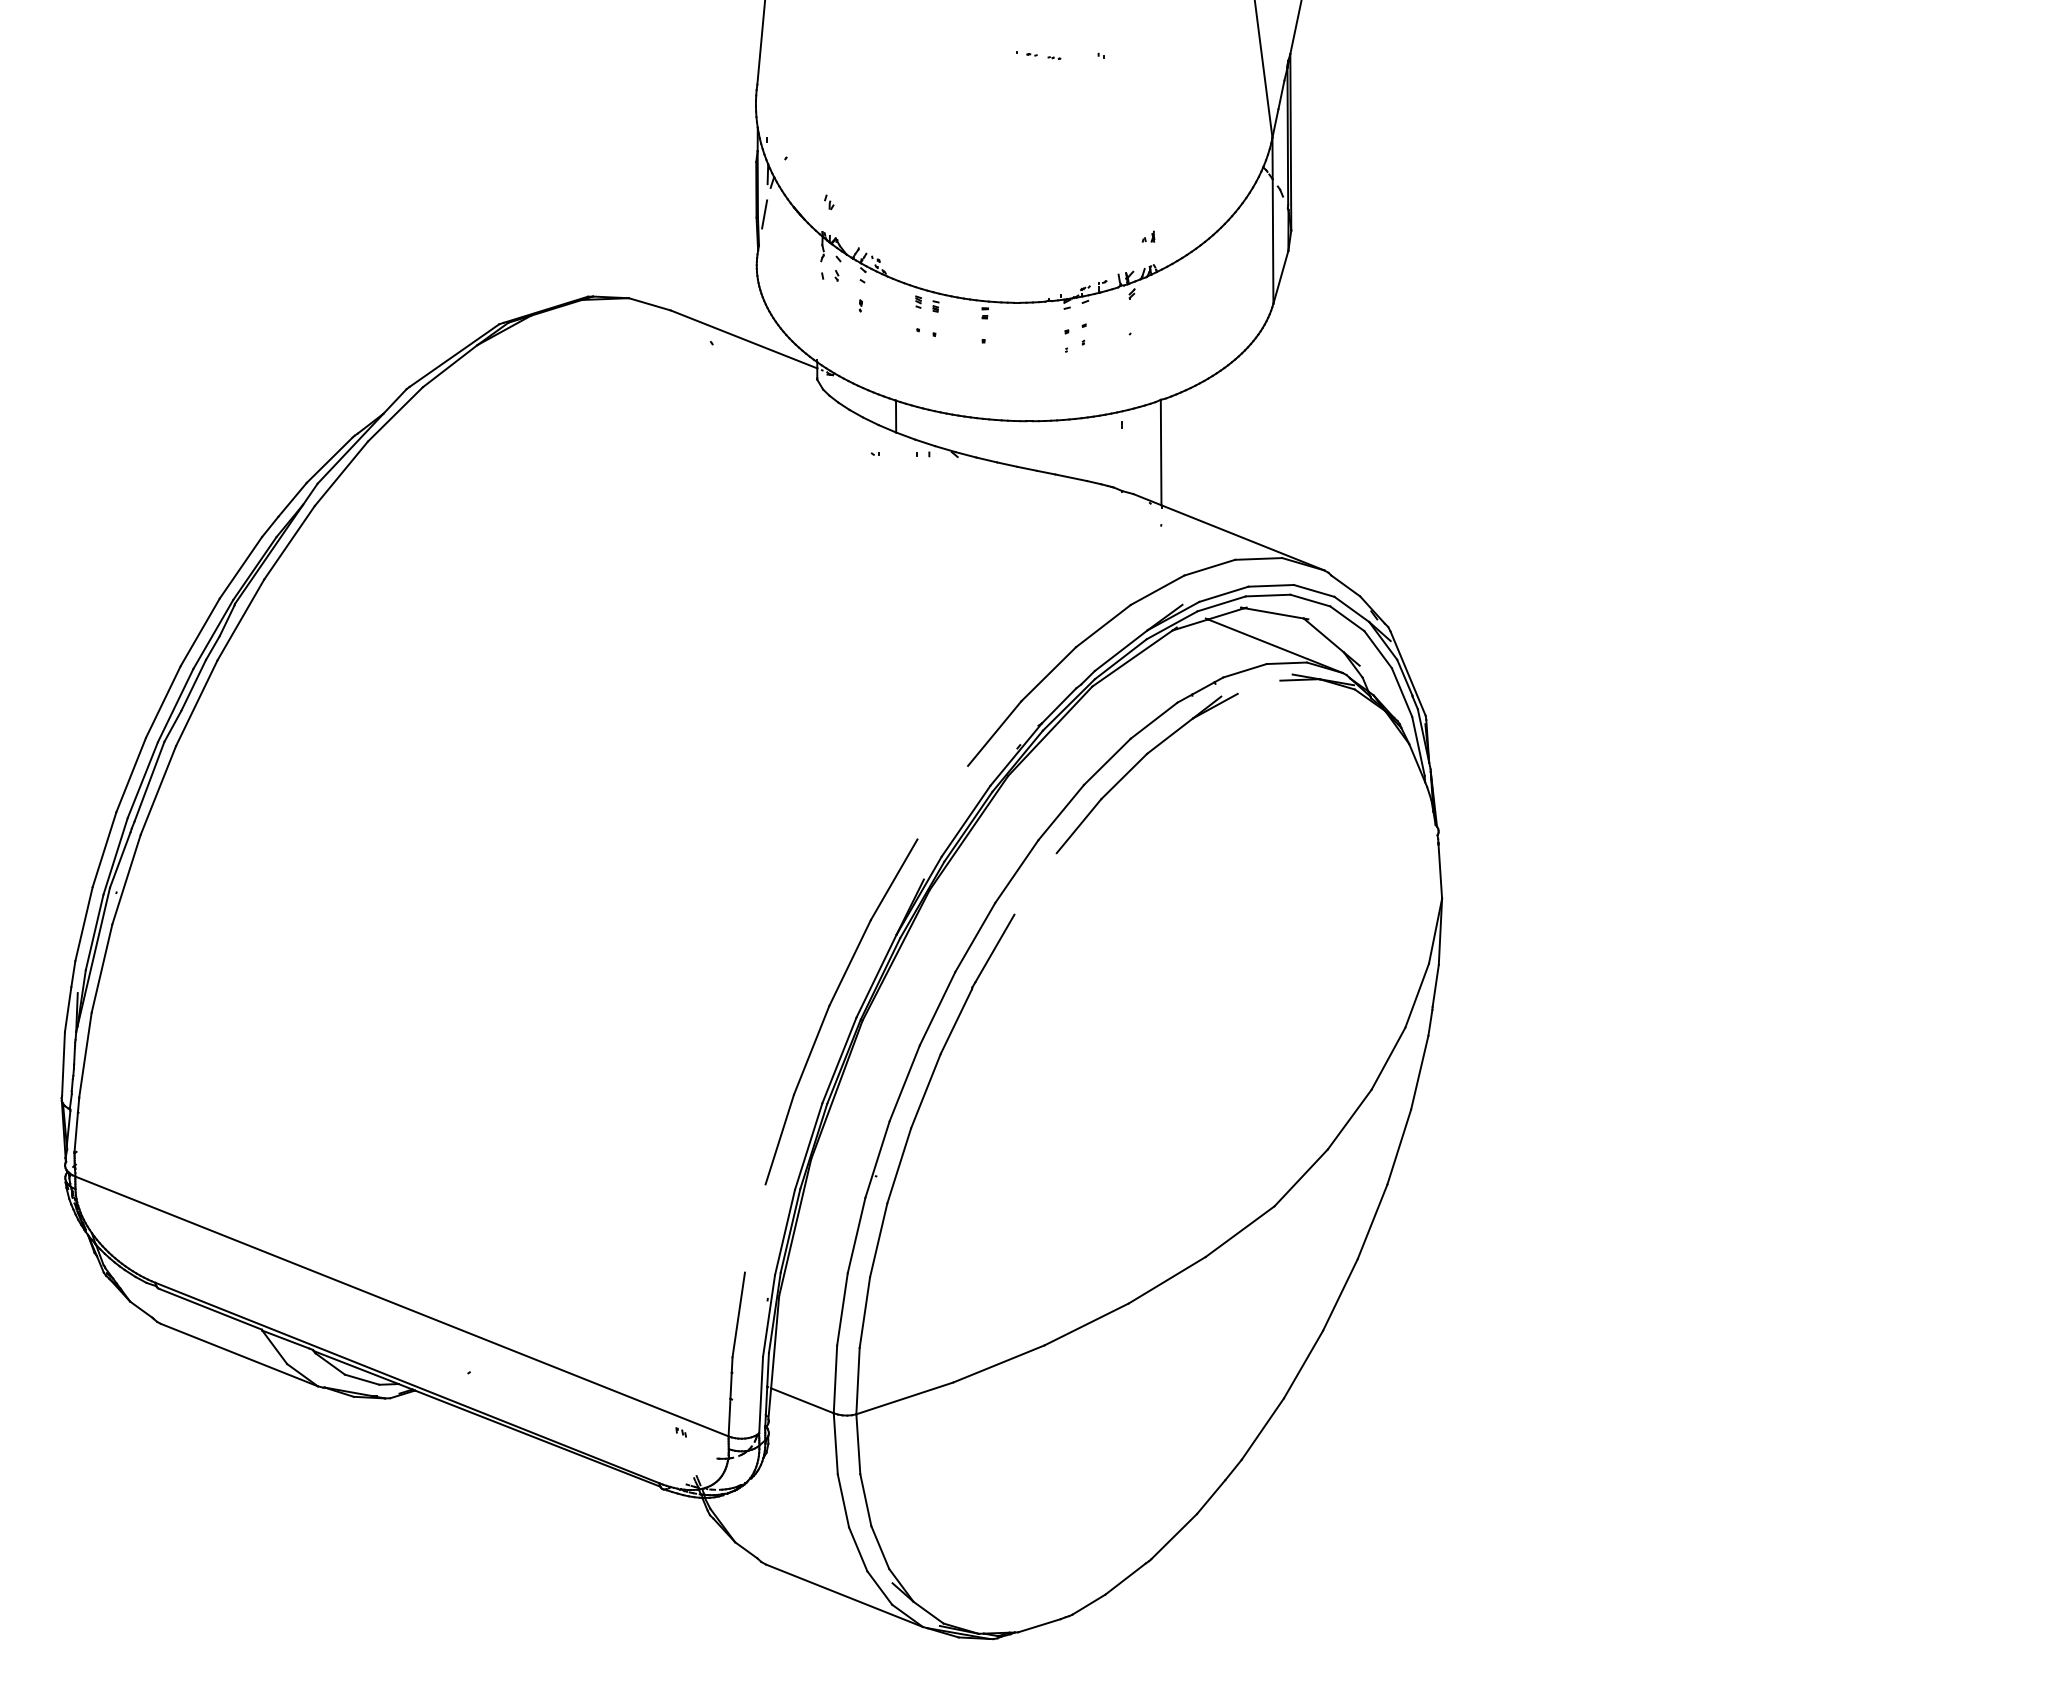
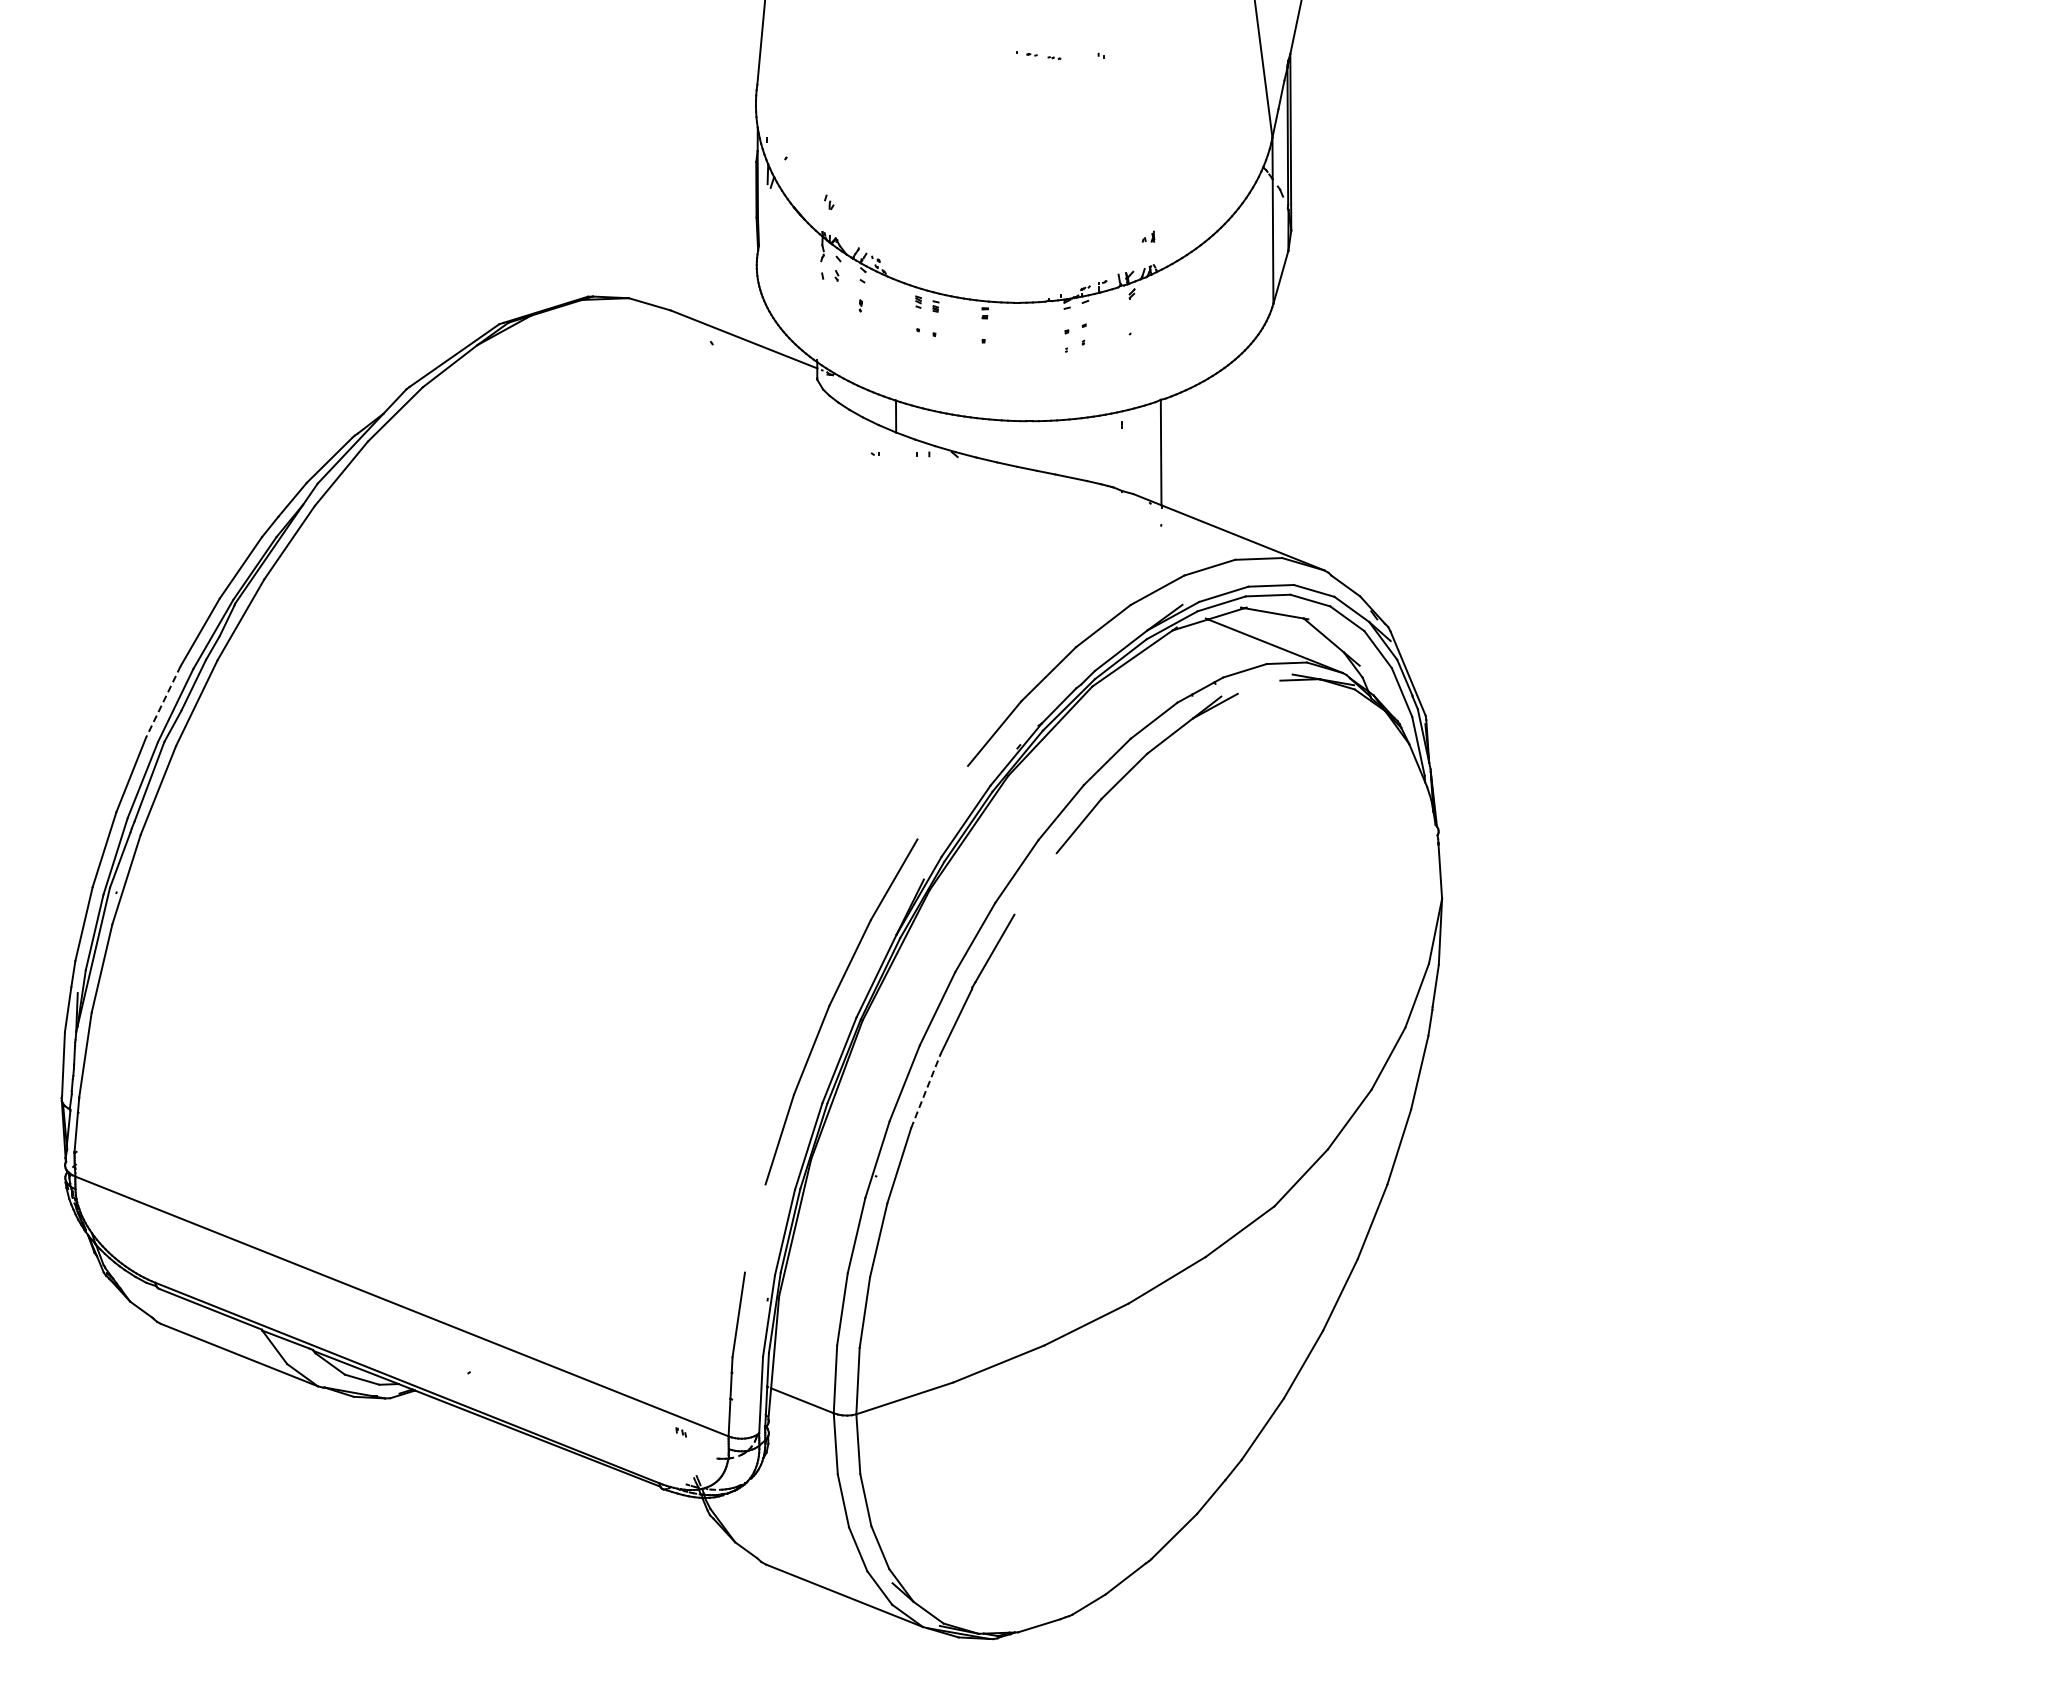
line at (764, 214): present -> none
line at (163, 702): solid -> dashed
line at (925, 1091): solid -> dashed
